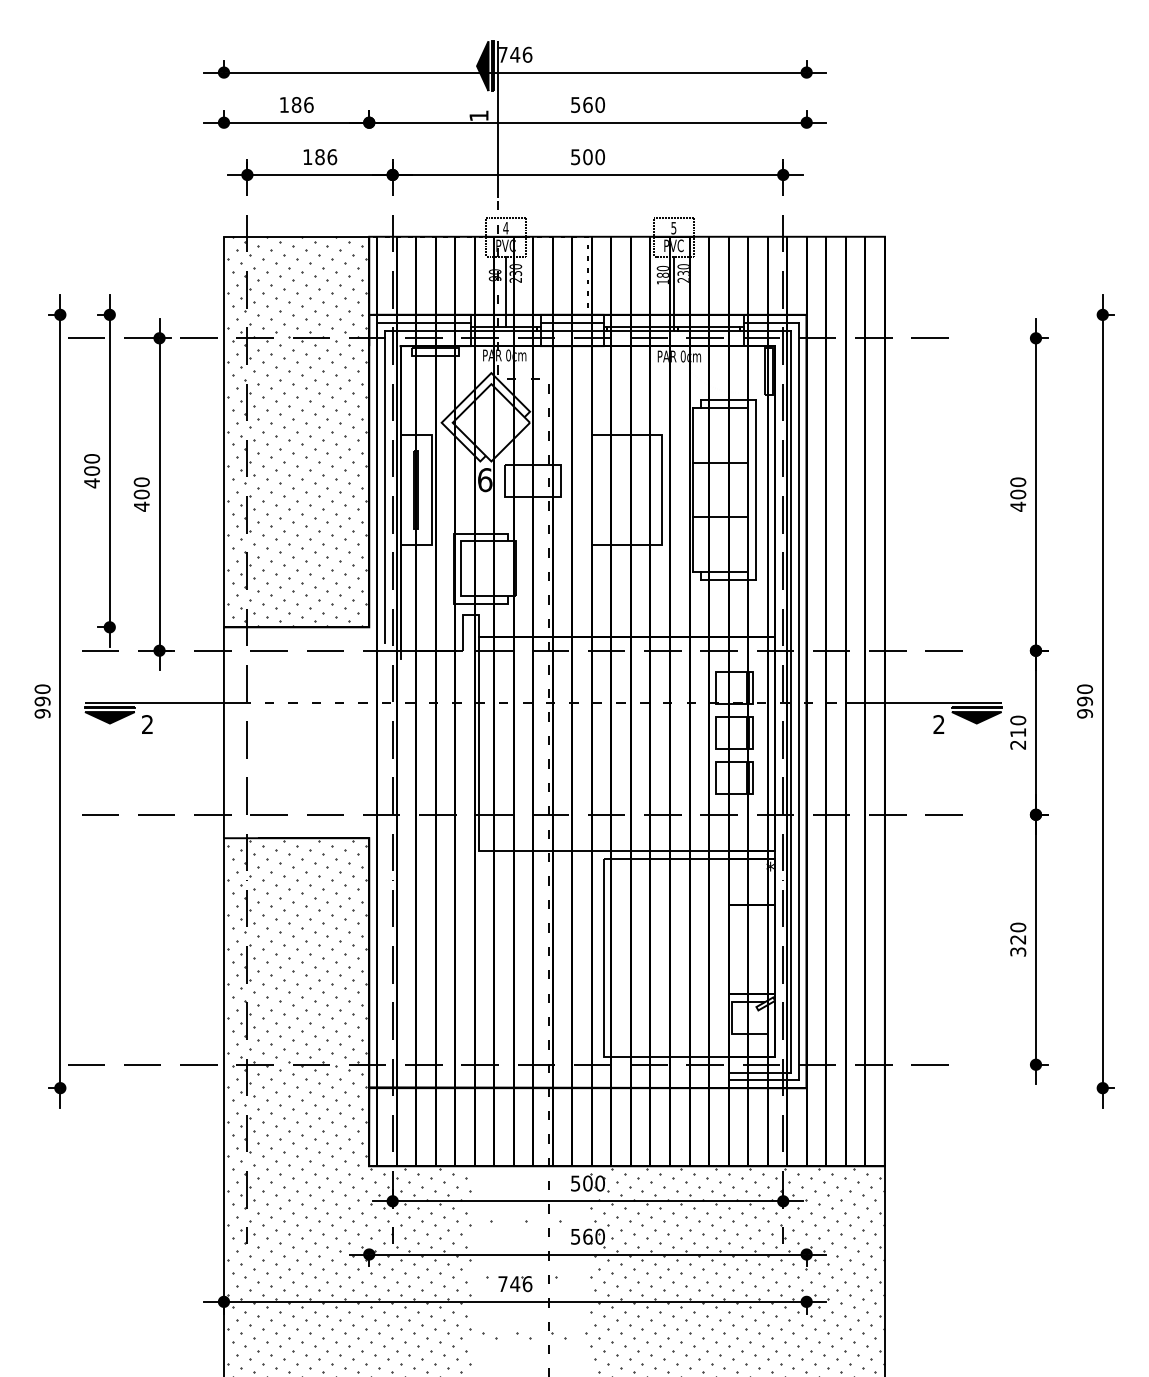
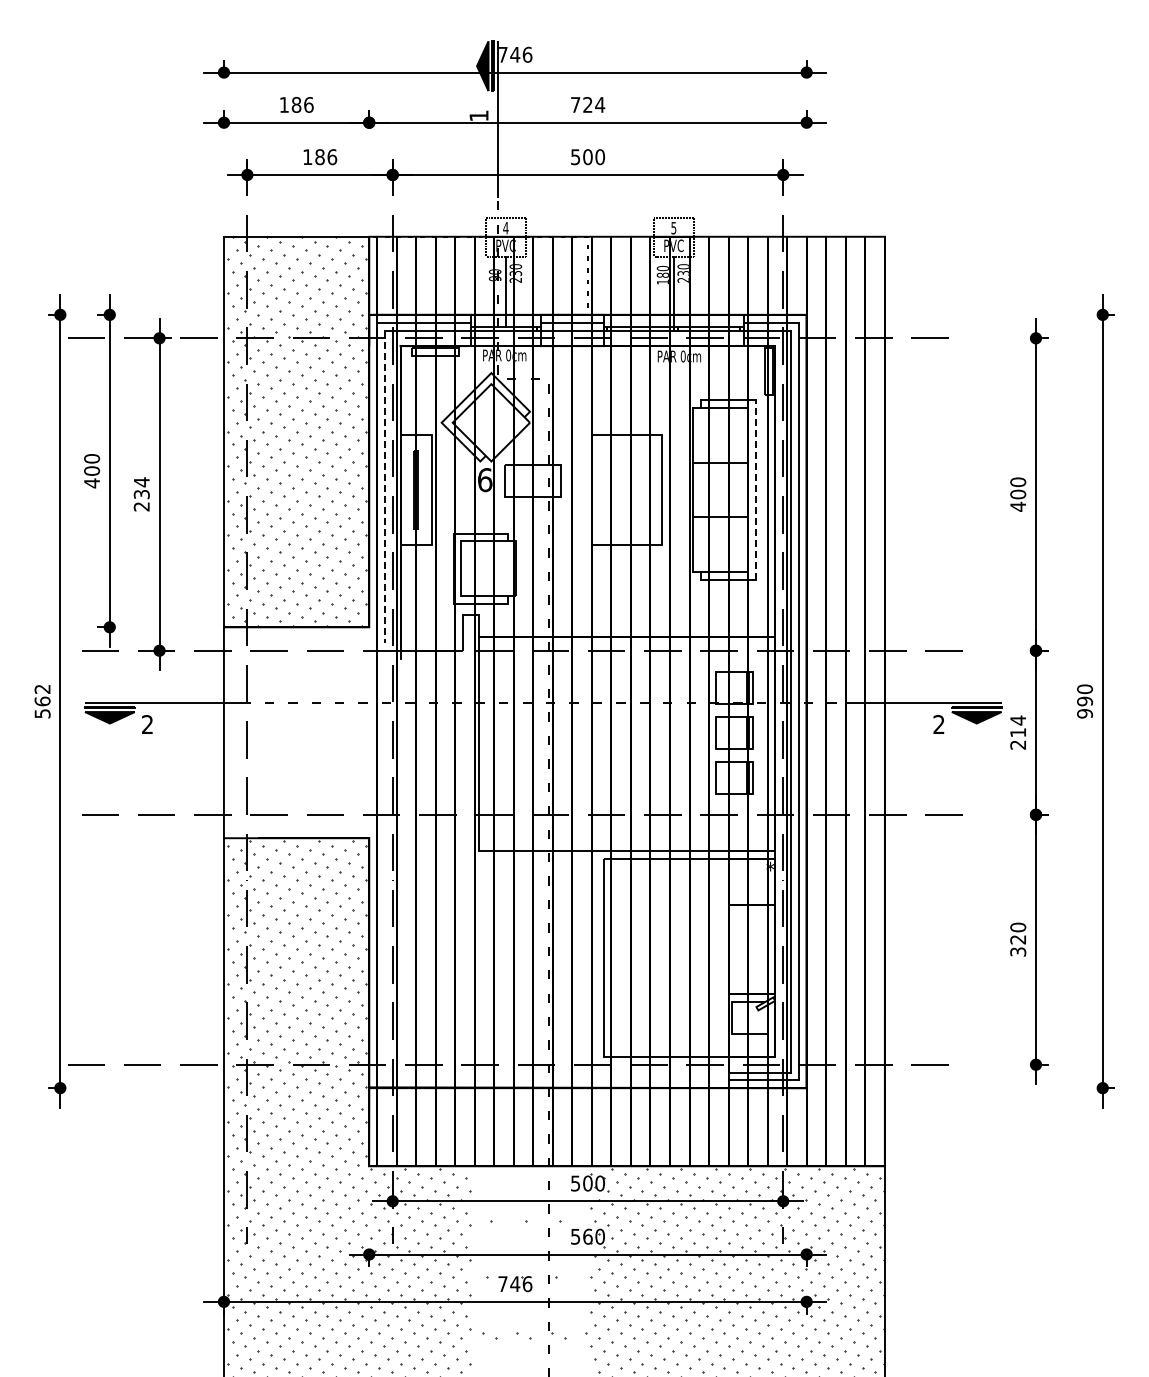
text at (588, 104): 560 -> 724
line at (384, 487): solid -> dashed
line at (755, 489): solid -> dashed
text at (141, 494): 400 -> 234
text at (42, 701): 990 -> 562
text at (1018, 720): 210 -> 214
